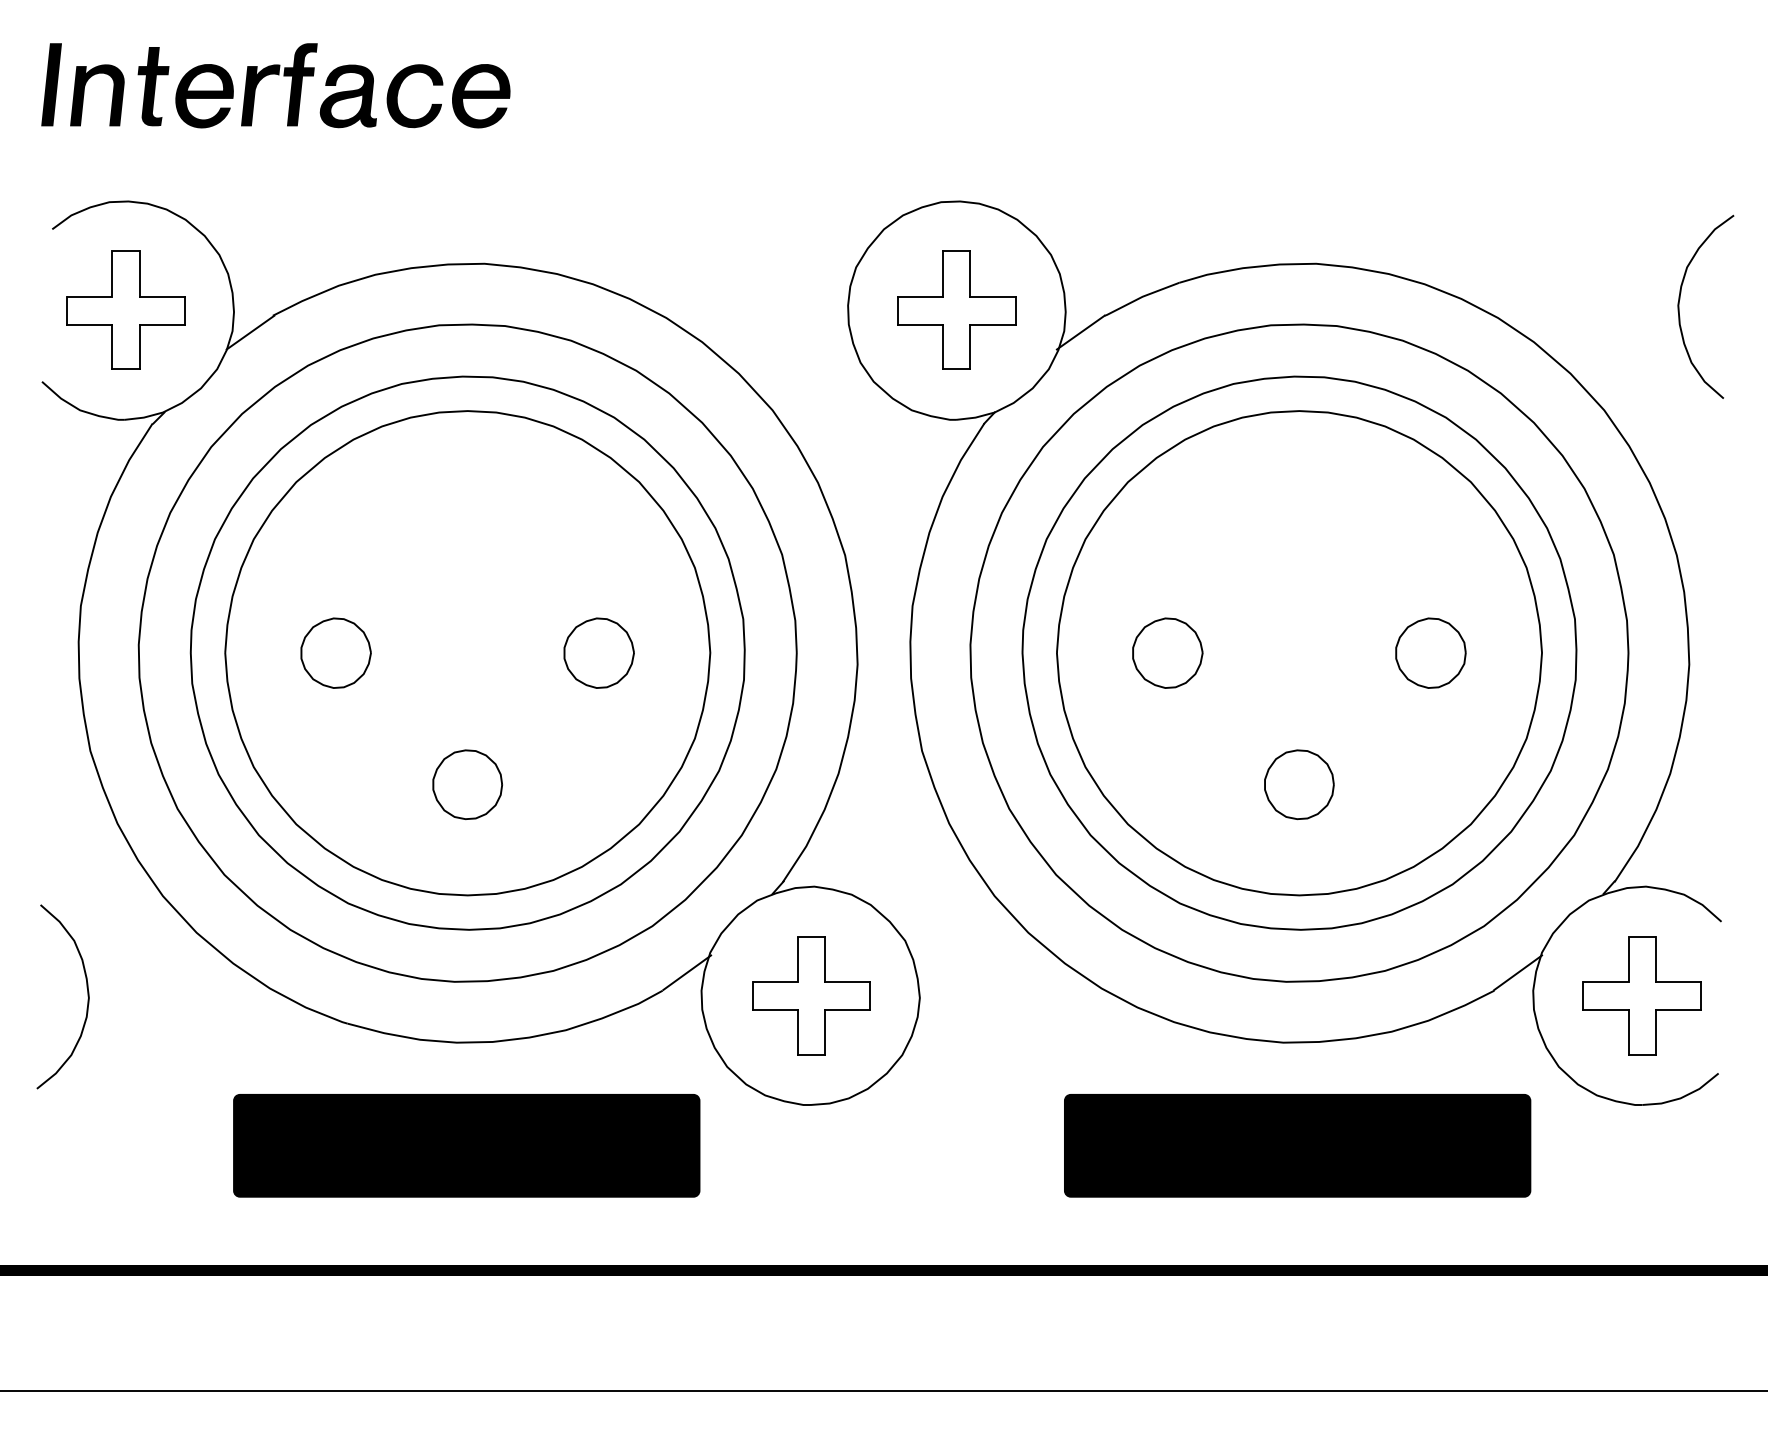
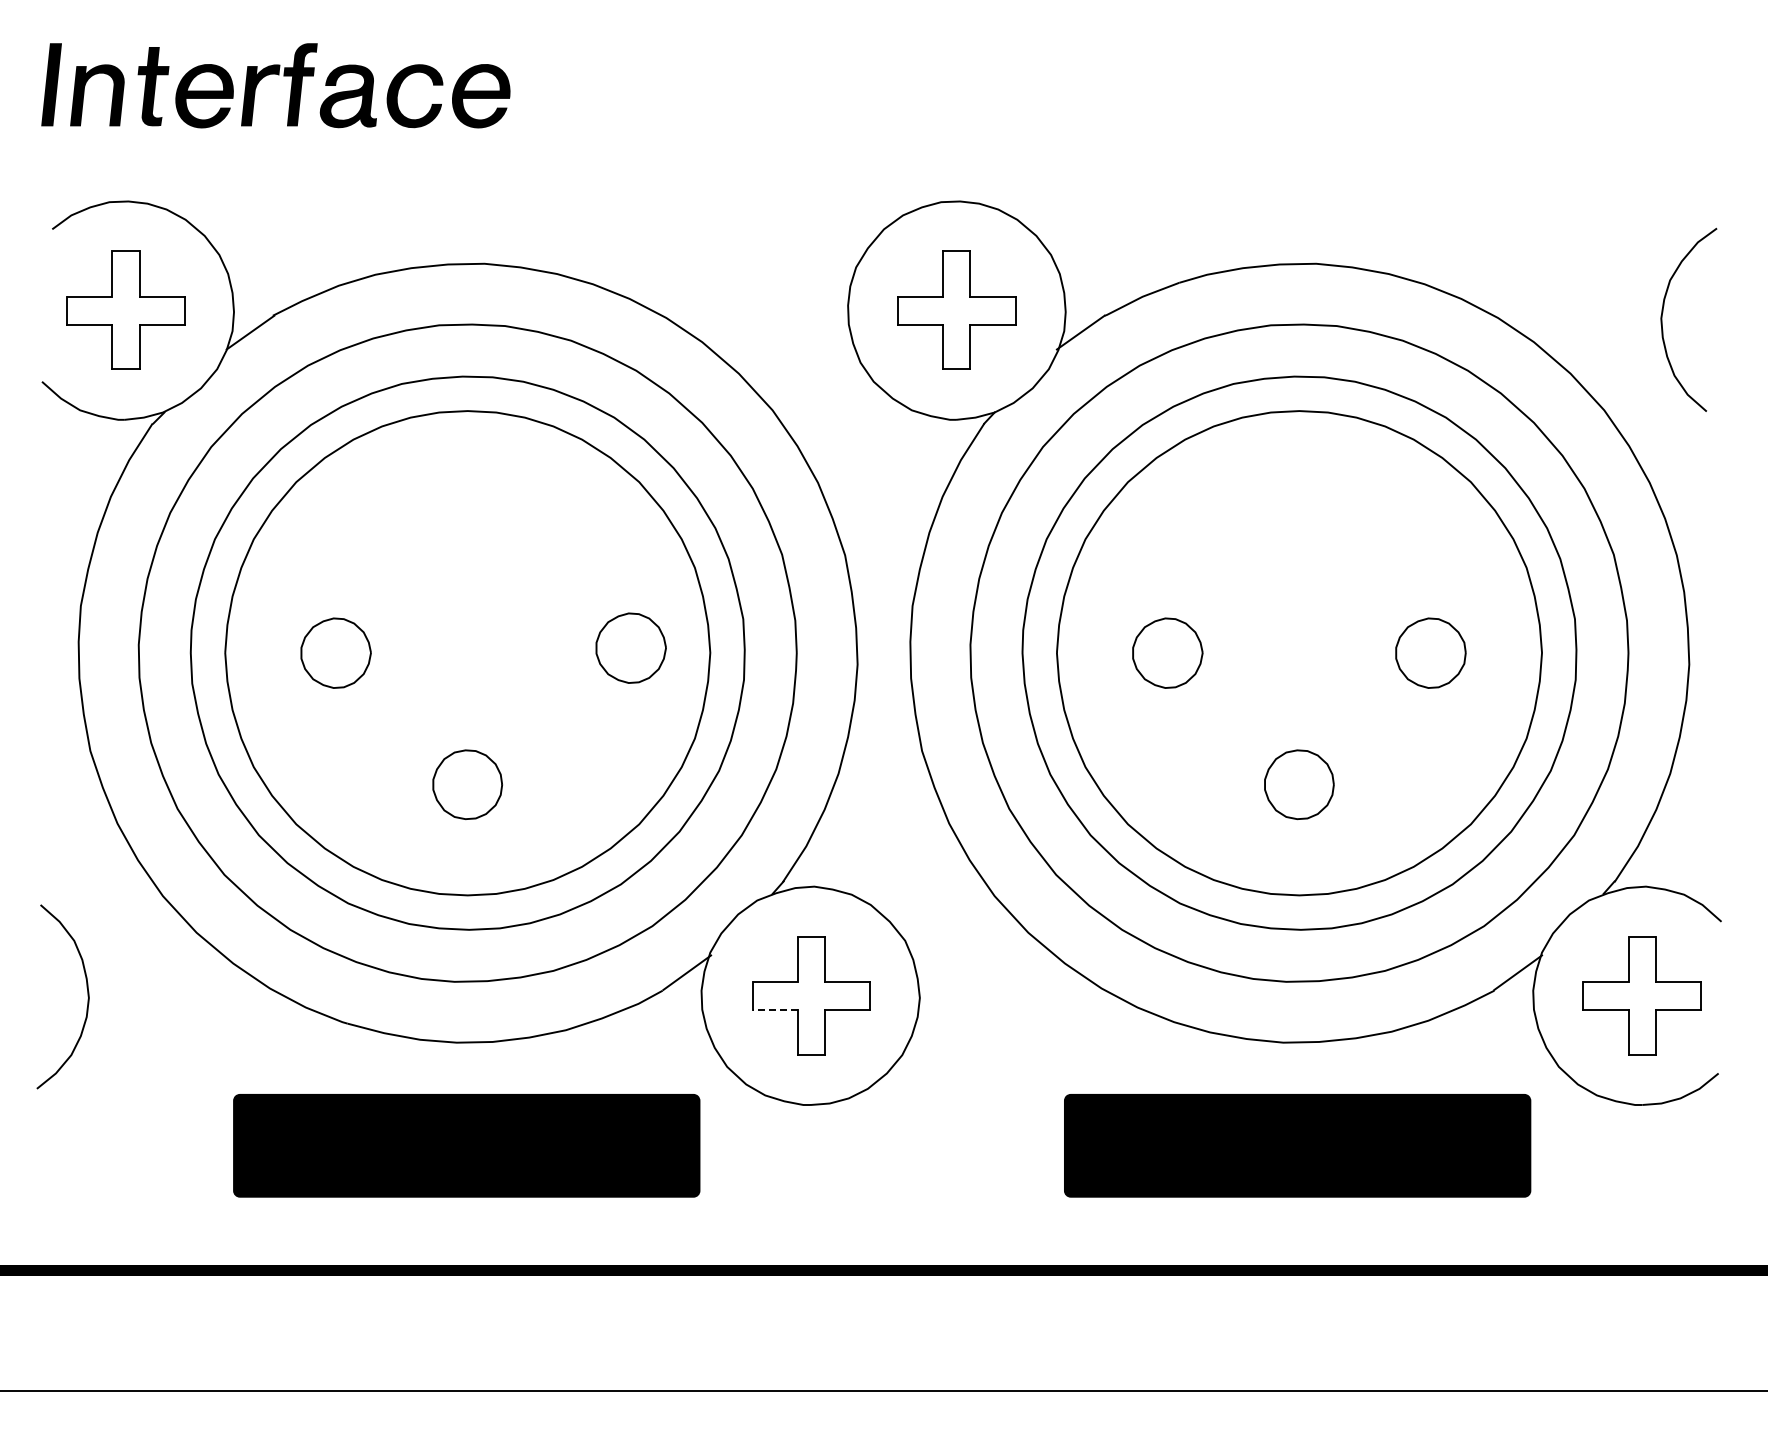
curve at (1680, 299) position: (1680, 299) -> (1663, 312)
part at (598, 652) position: (598, 652) -> (630, 647)
line at (774, 1009): solid -> dashed
